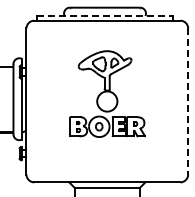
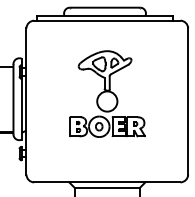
line at (105, 16): dashed -> solid
line at (188, 102): dashed -> solid
